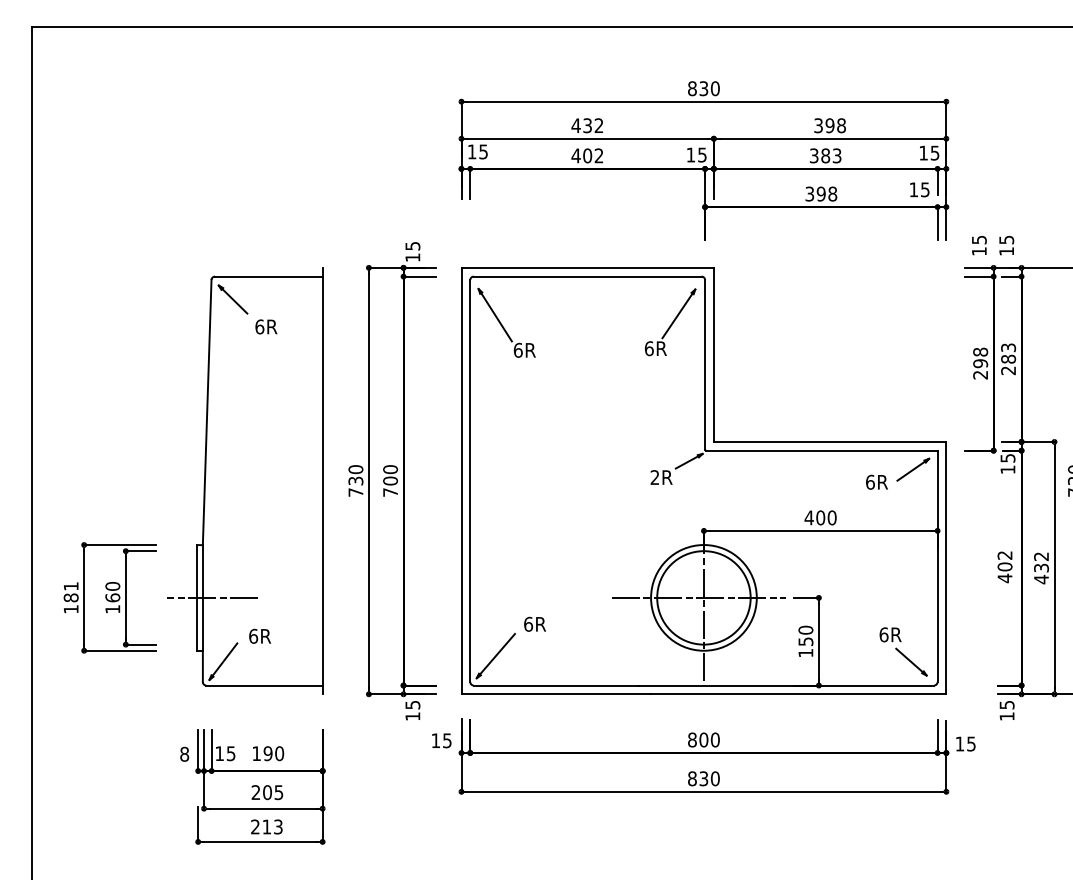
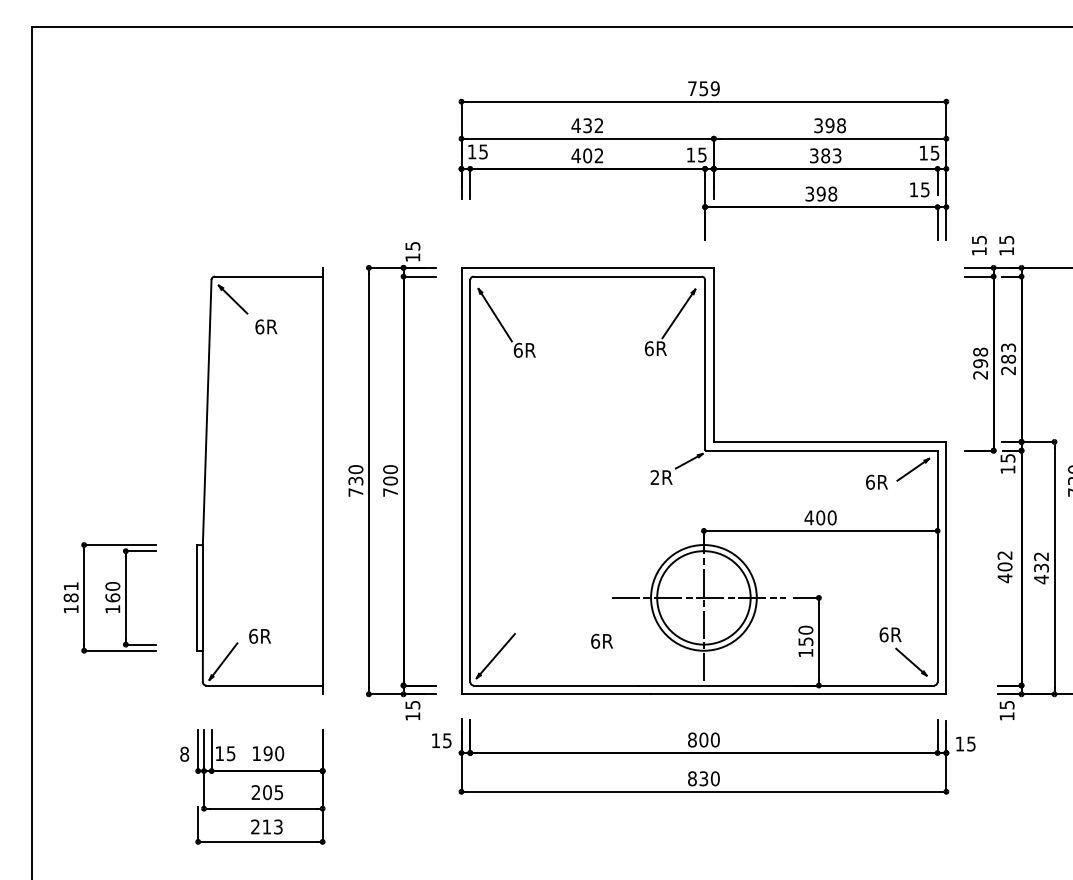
text at (703, 88): 830 -> 759
line at (212, 597): present -> none
text at (534, 623) position: (534, 623) -> (601, 640)
